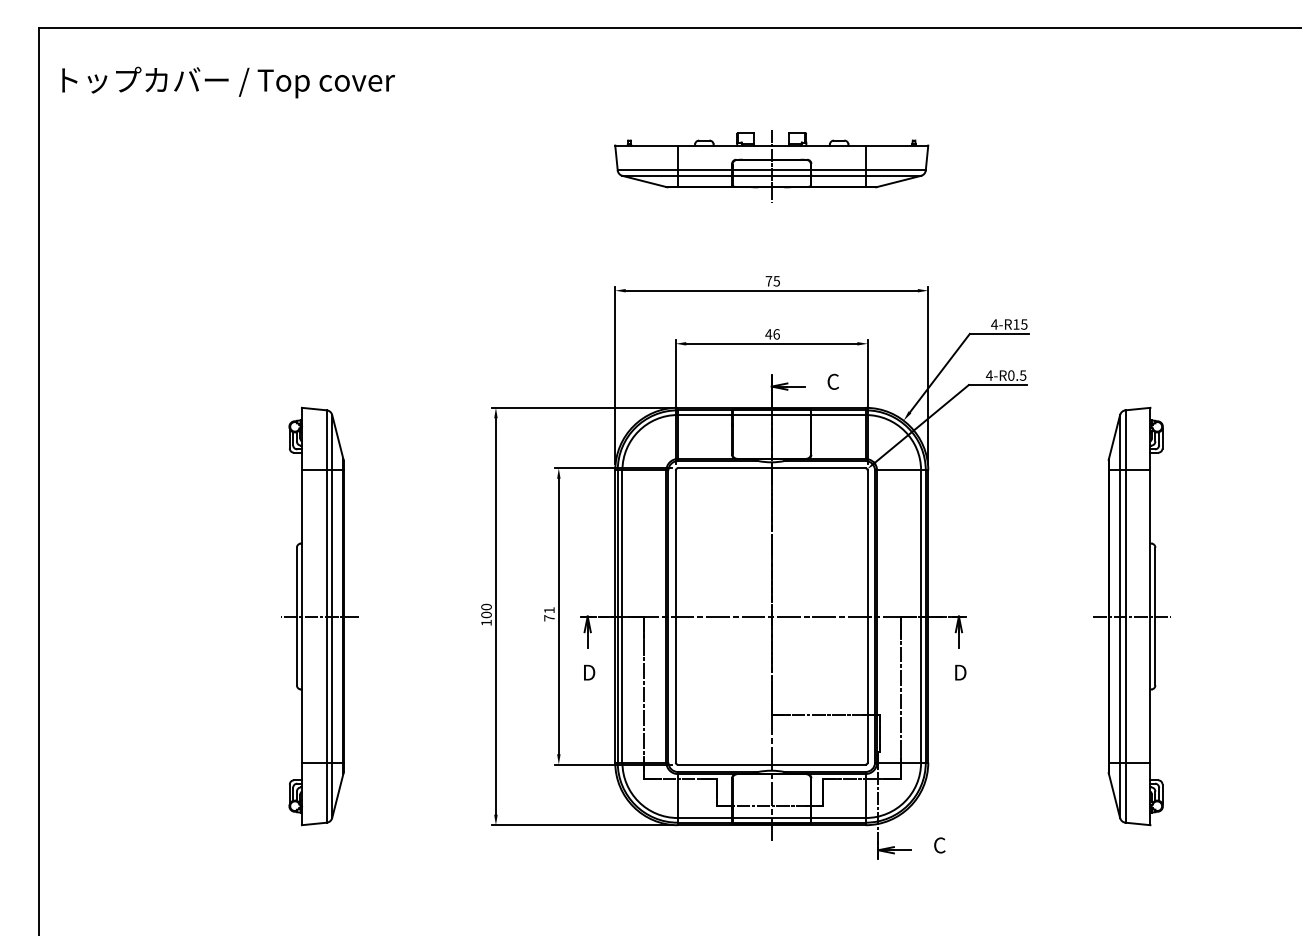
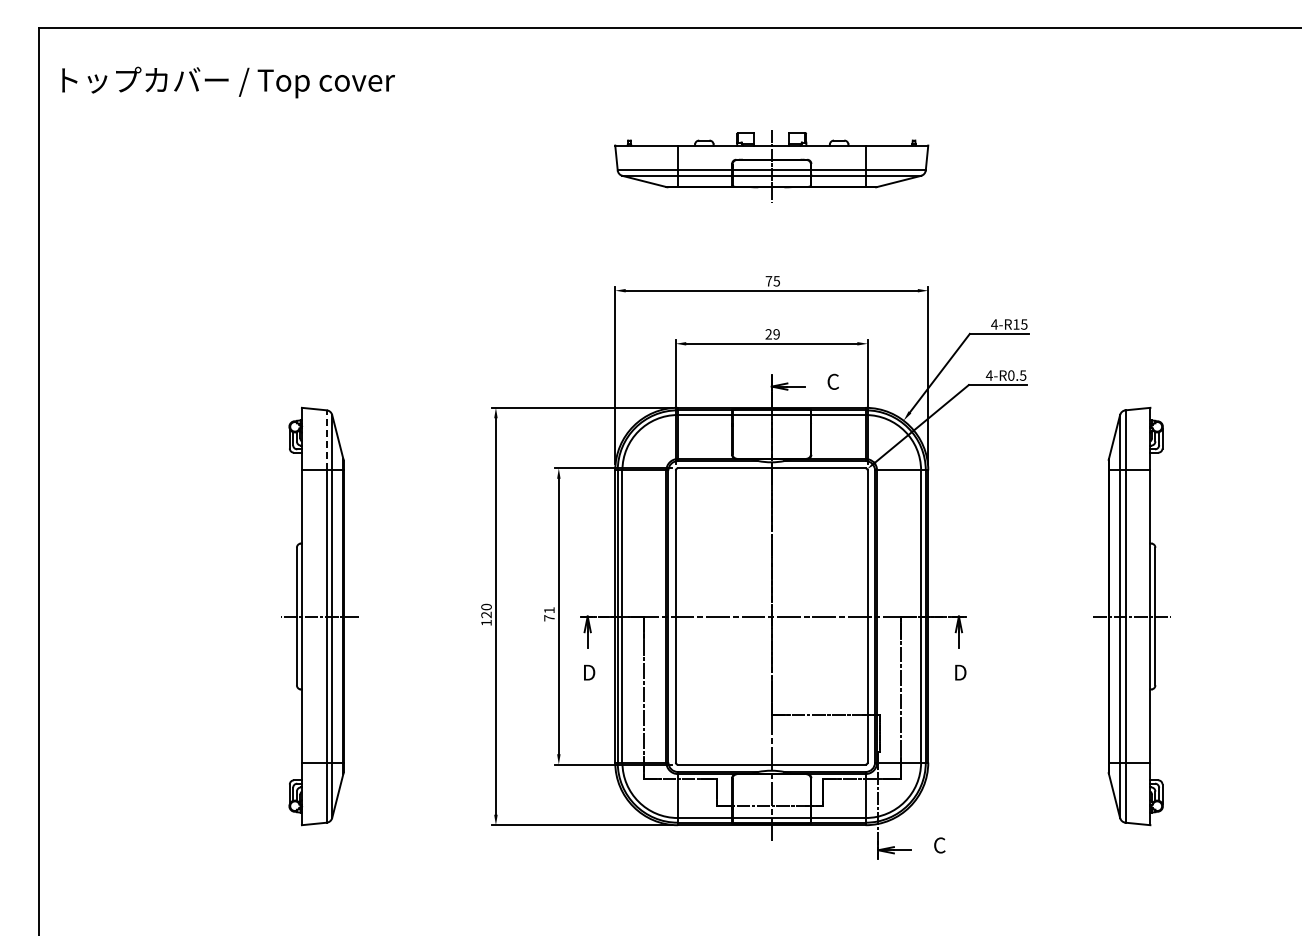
text at (772, 334): 46 -> 29
line at (326, 439): solid -> dashed
text at (486, 614): 100 -> 120
